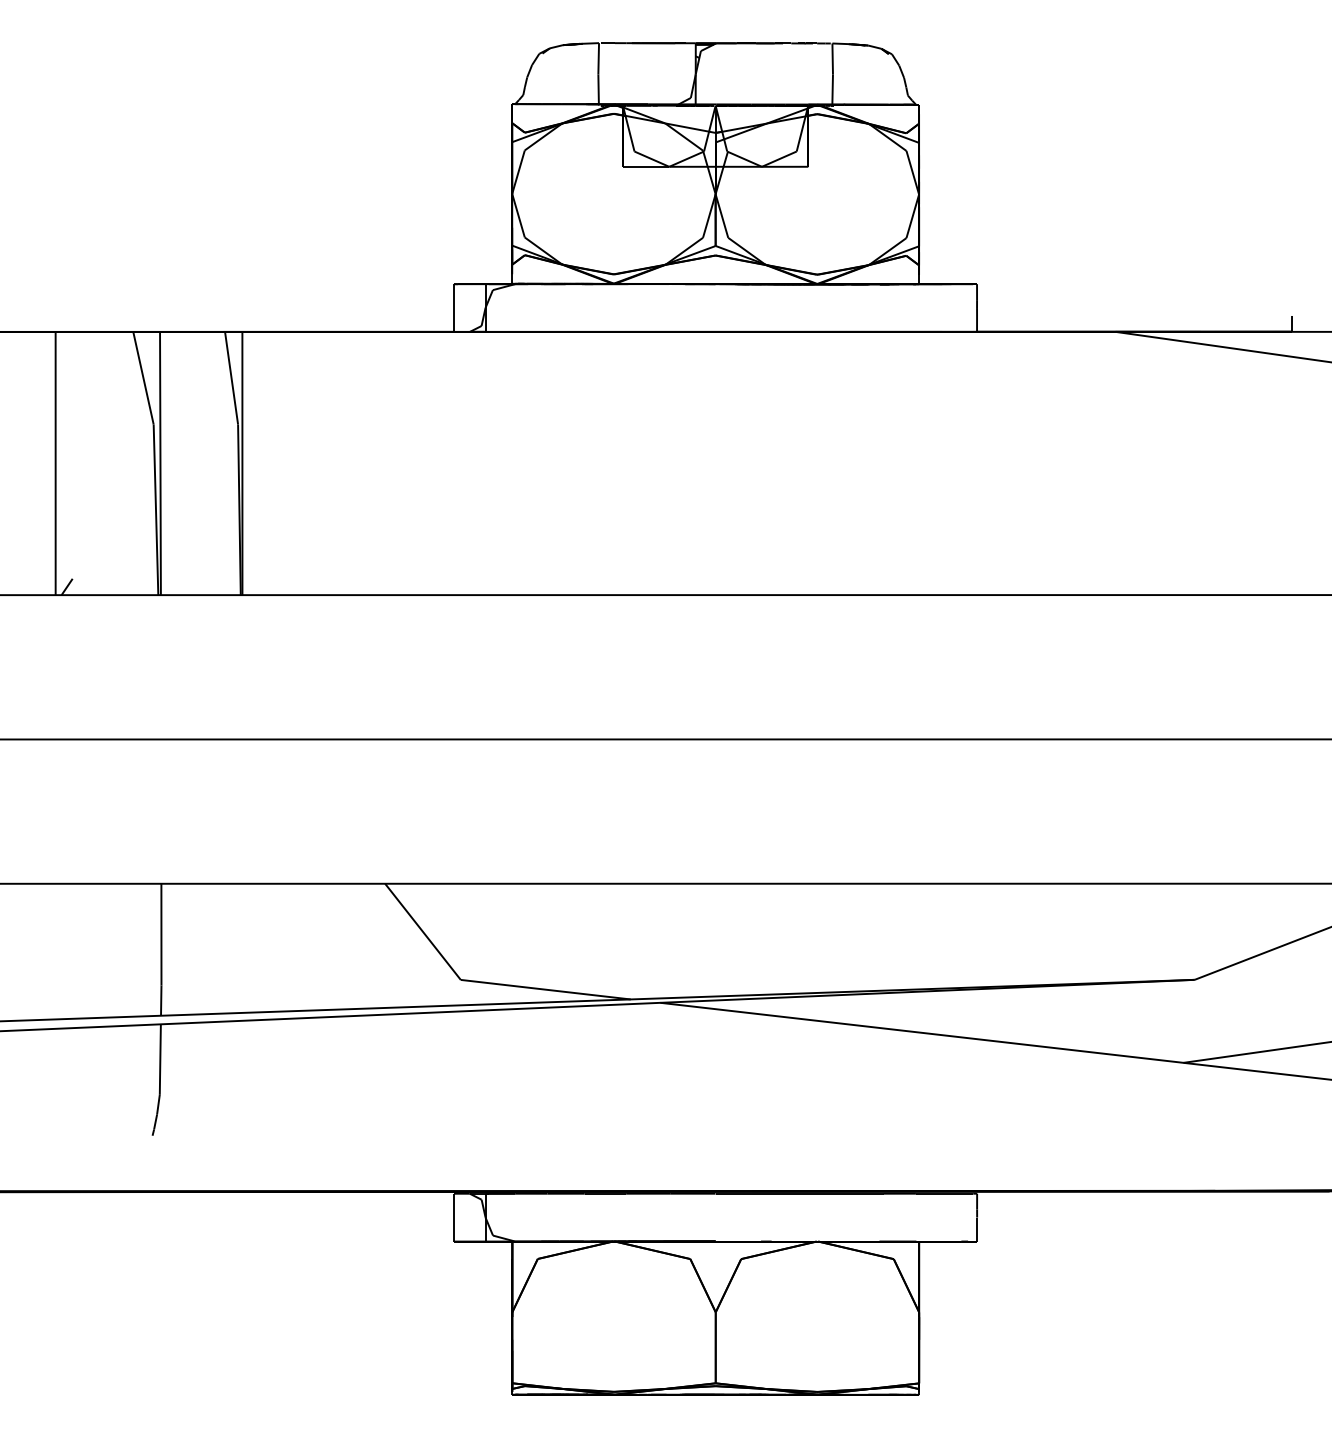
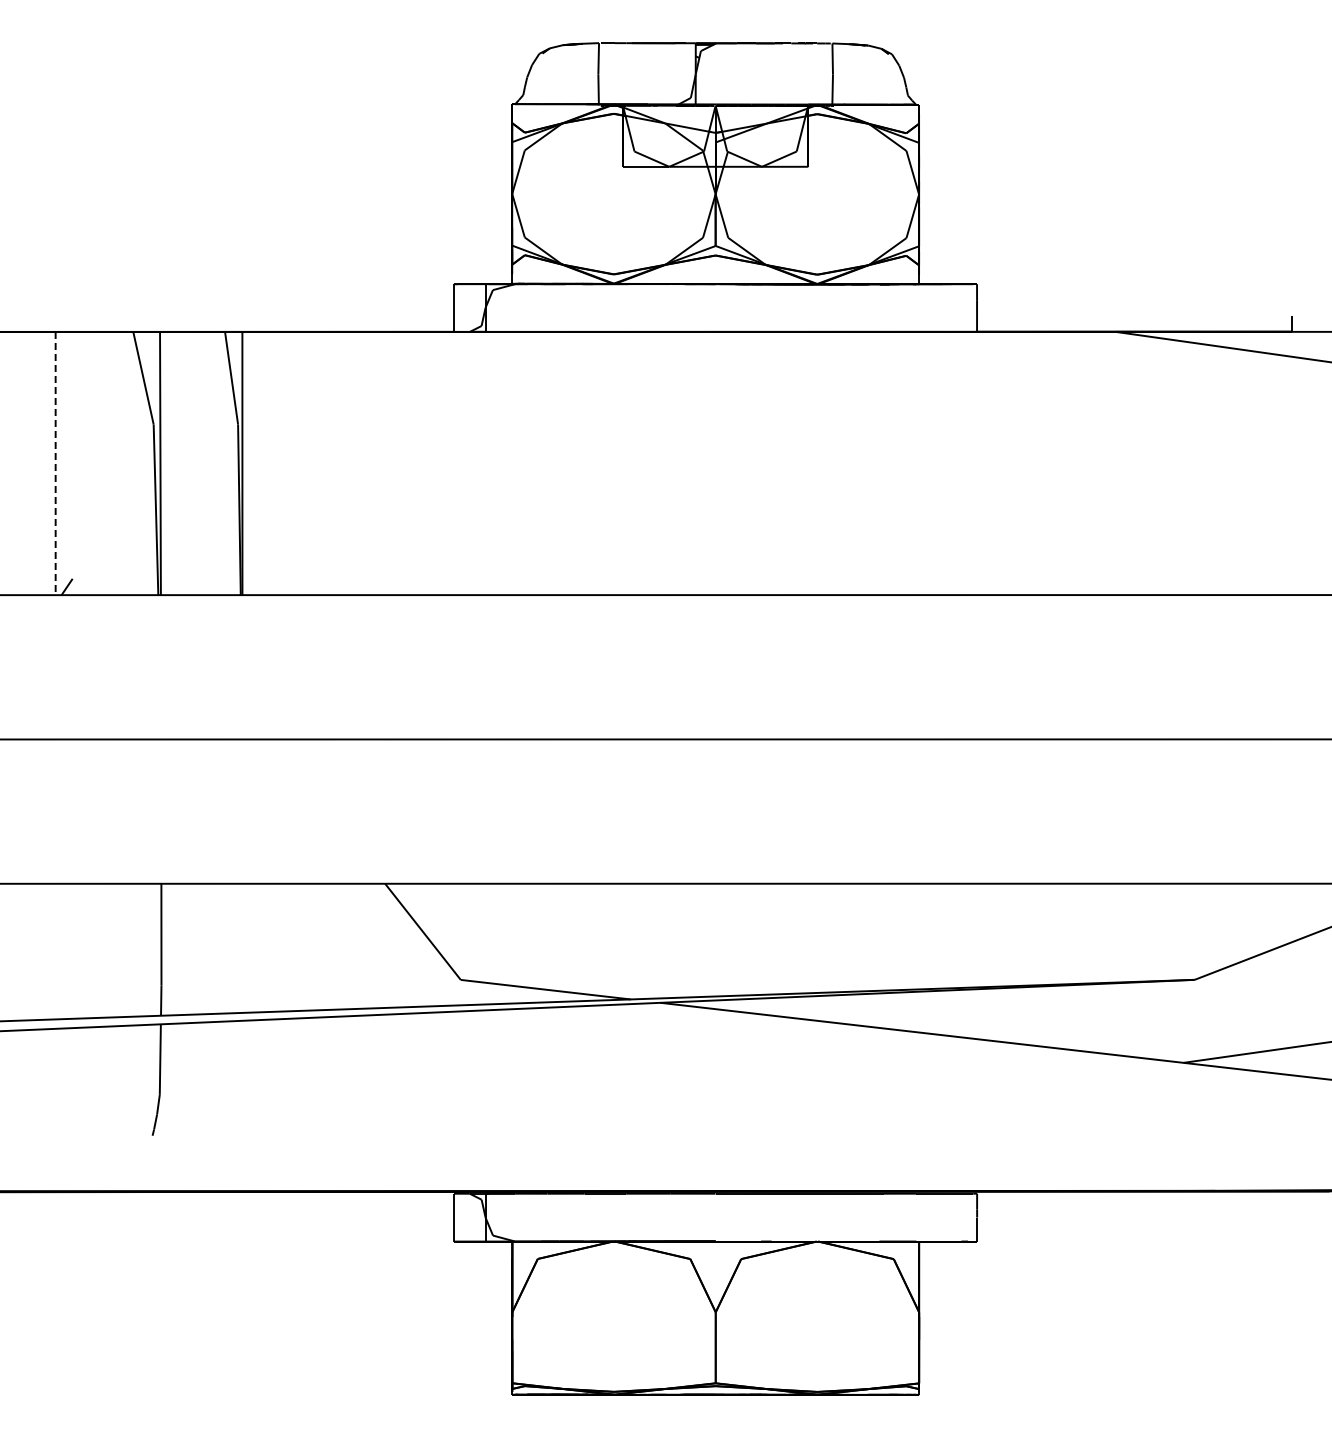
line at (55, 463): solid -> dashed
